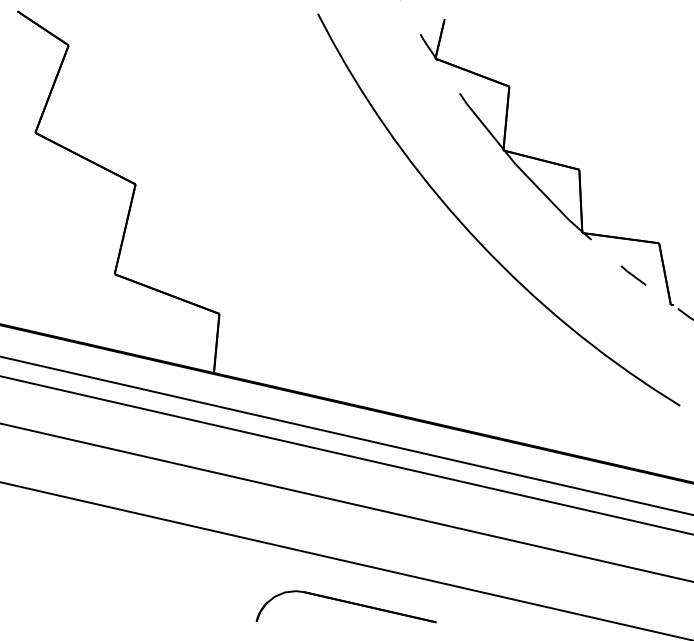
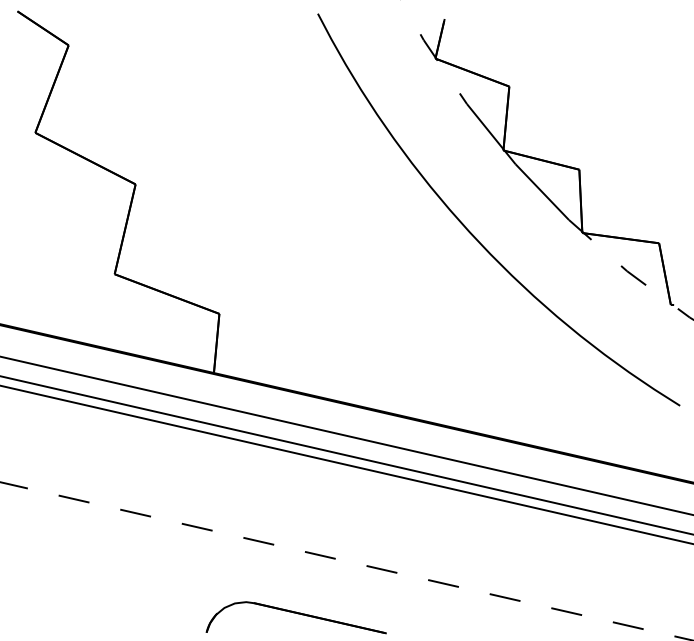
line at (346, 502) position: (346, 502) -> (346, 464)
line at (346, 561): solid -> dashed
part at (345, 606) position: (345, 606) -> (295, 617)
